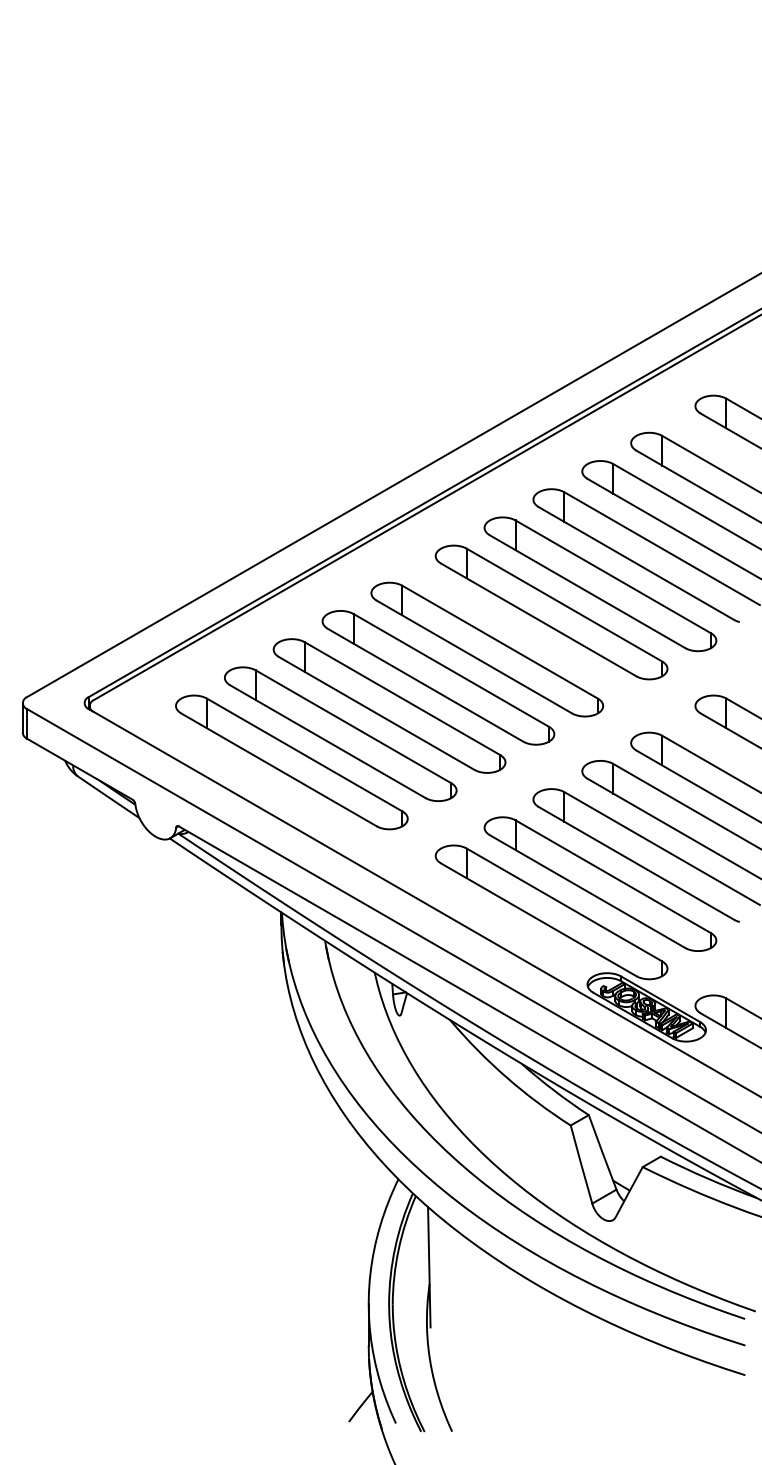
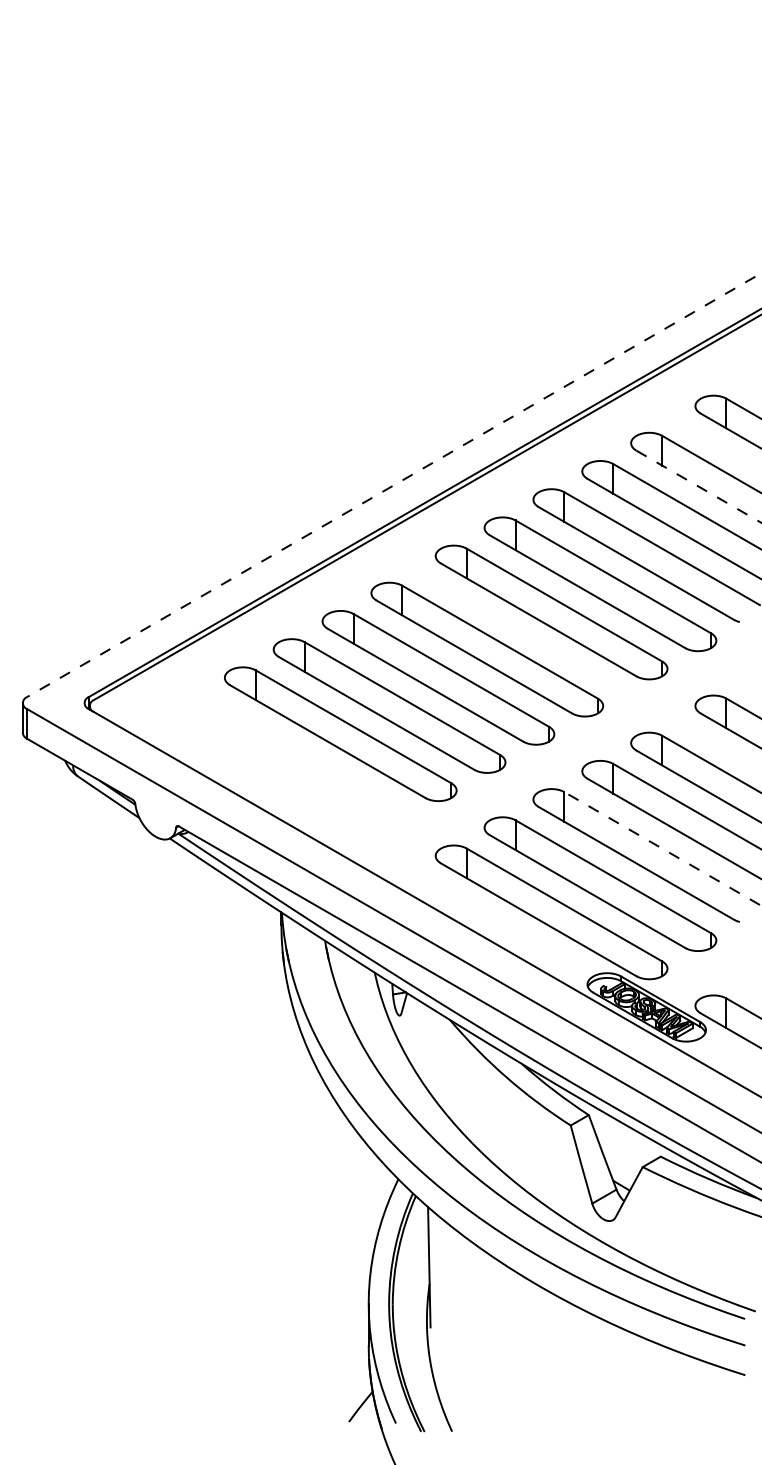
line at (394, 485): solid -> dashed
line at (699, 487): solid -> dashed
part at (291, 762): present -> none
line at (662, 848): solid -> dashed
